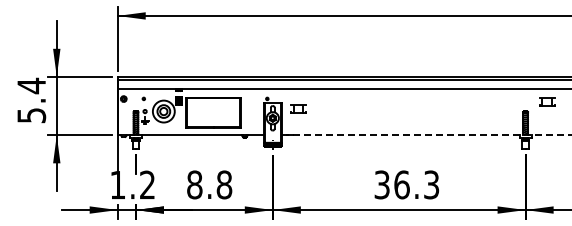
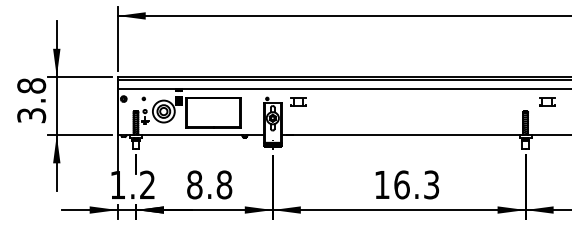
text at (31, 99): 5.4 -> 3.8
part at (298, 108) position: (298, 108) -> (298, 101)
line at (426, 135): dashed -> solid
text at (381, 184): 36.3 -> 16.3
